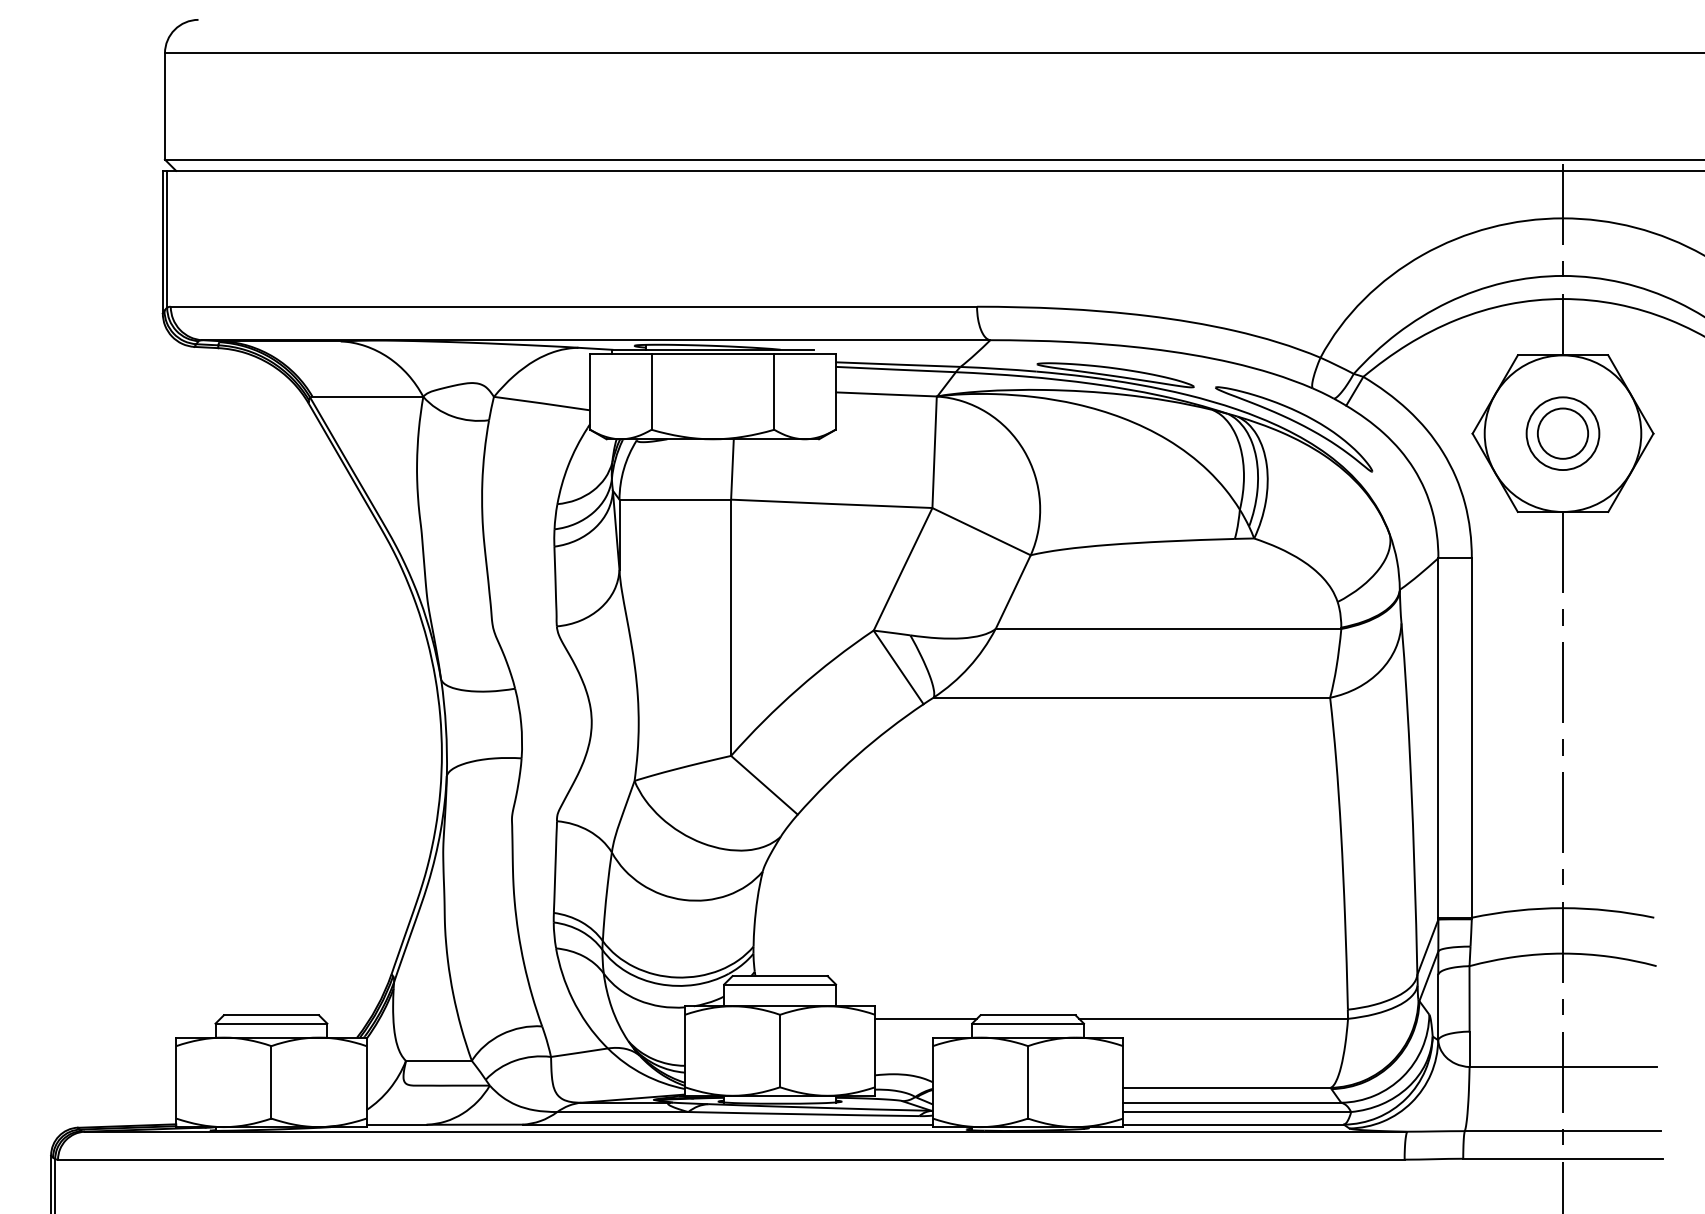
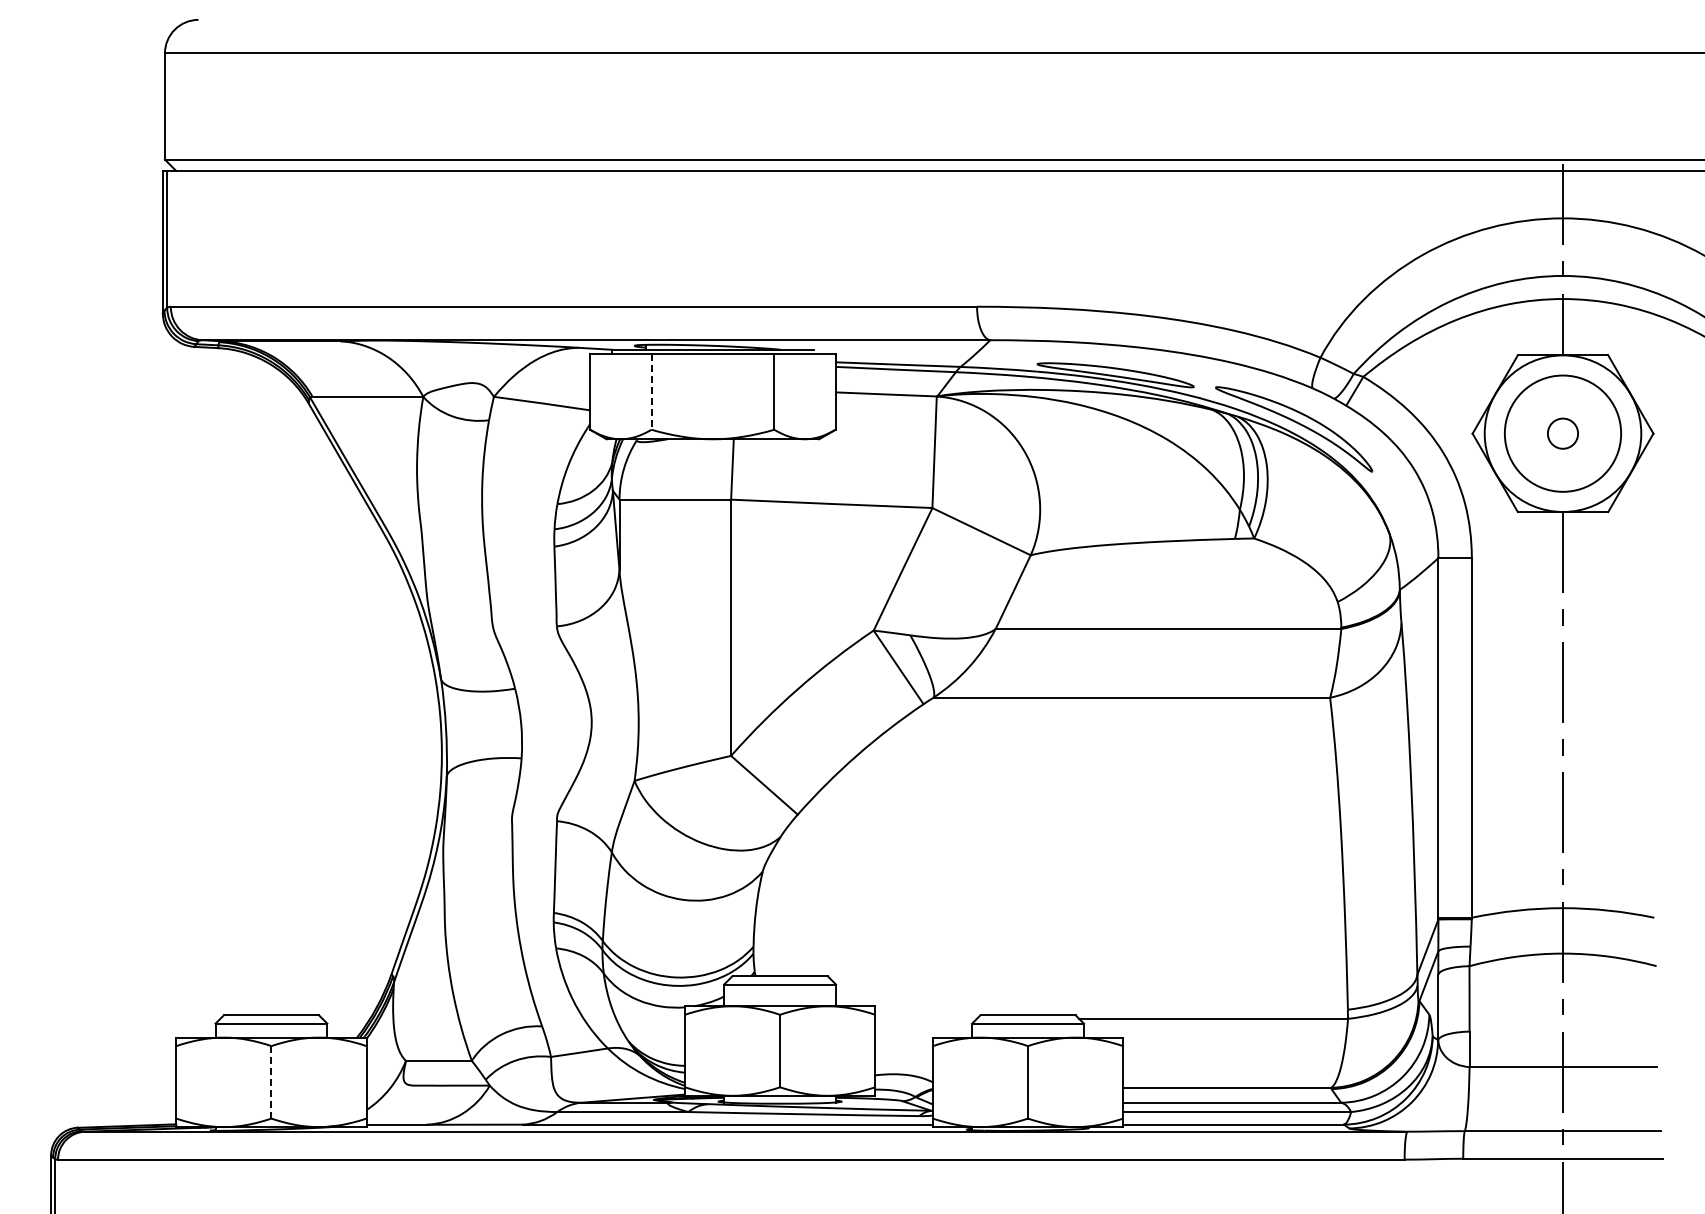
line at (651, 392): solid -> dashed
circle at (1562, 433) diameter: 50 px -> 30 px
circle at (1562, 433) diameter: 73 px -> 116 px
line at (925, 1018): present -> none
line at (271, 1081): solid -> dashed
